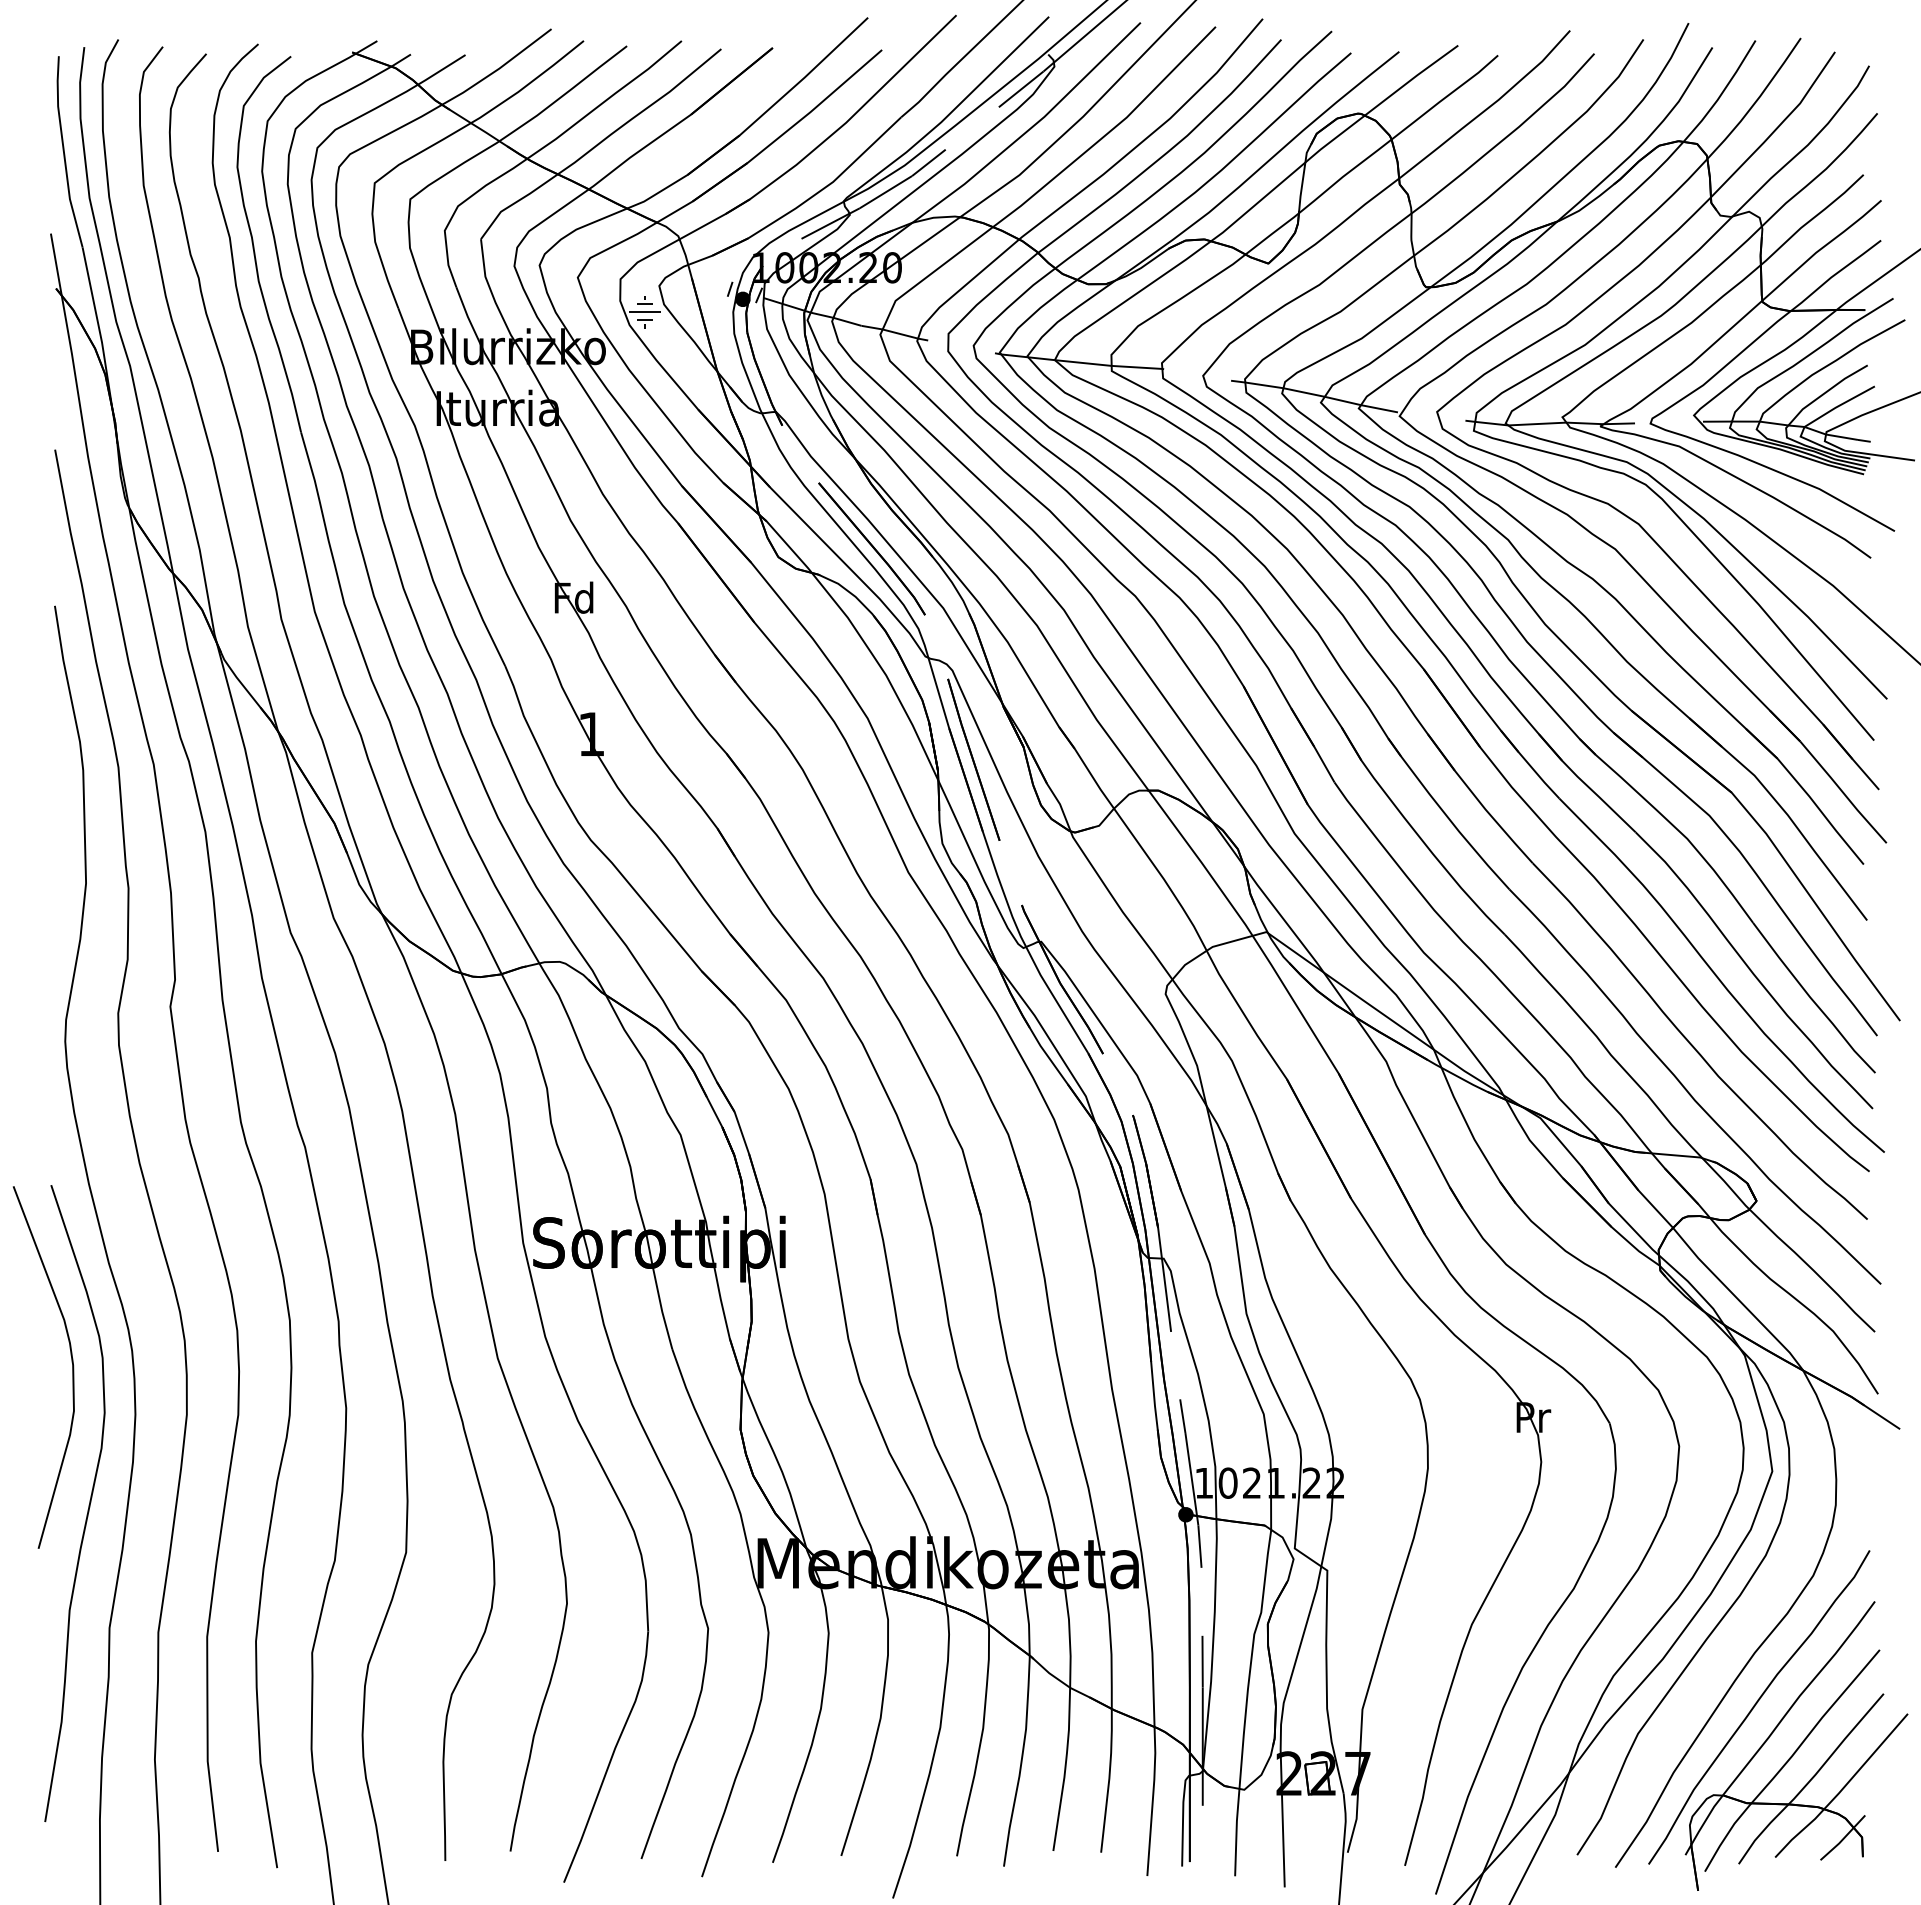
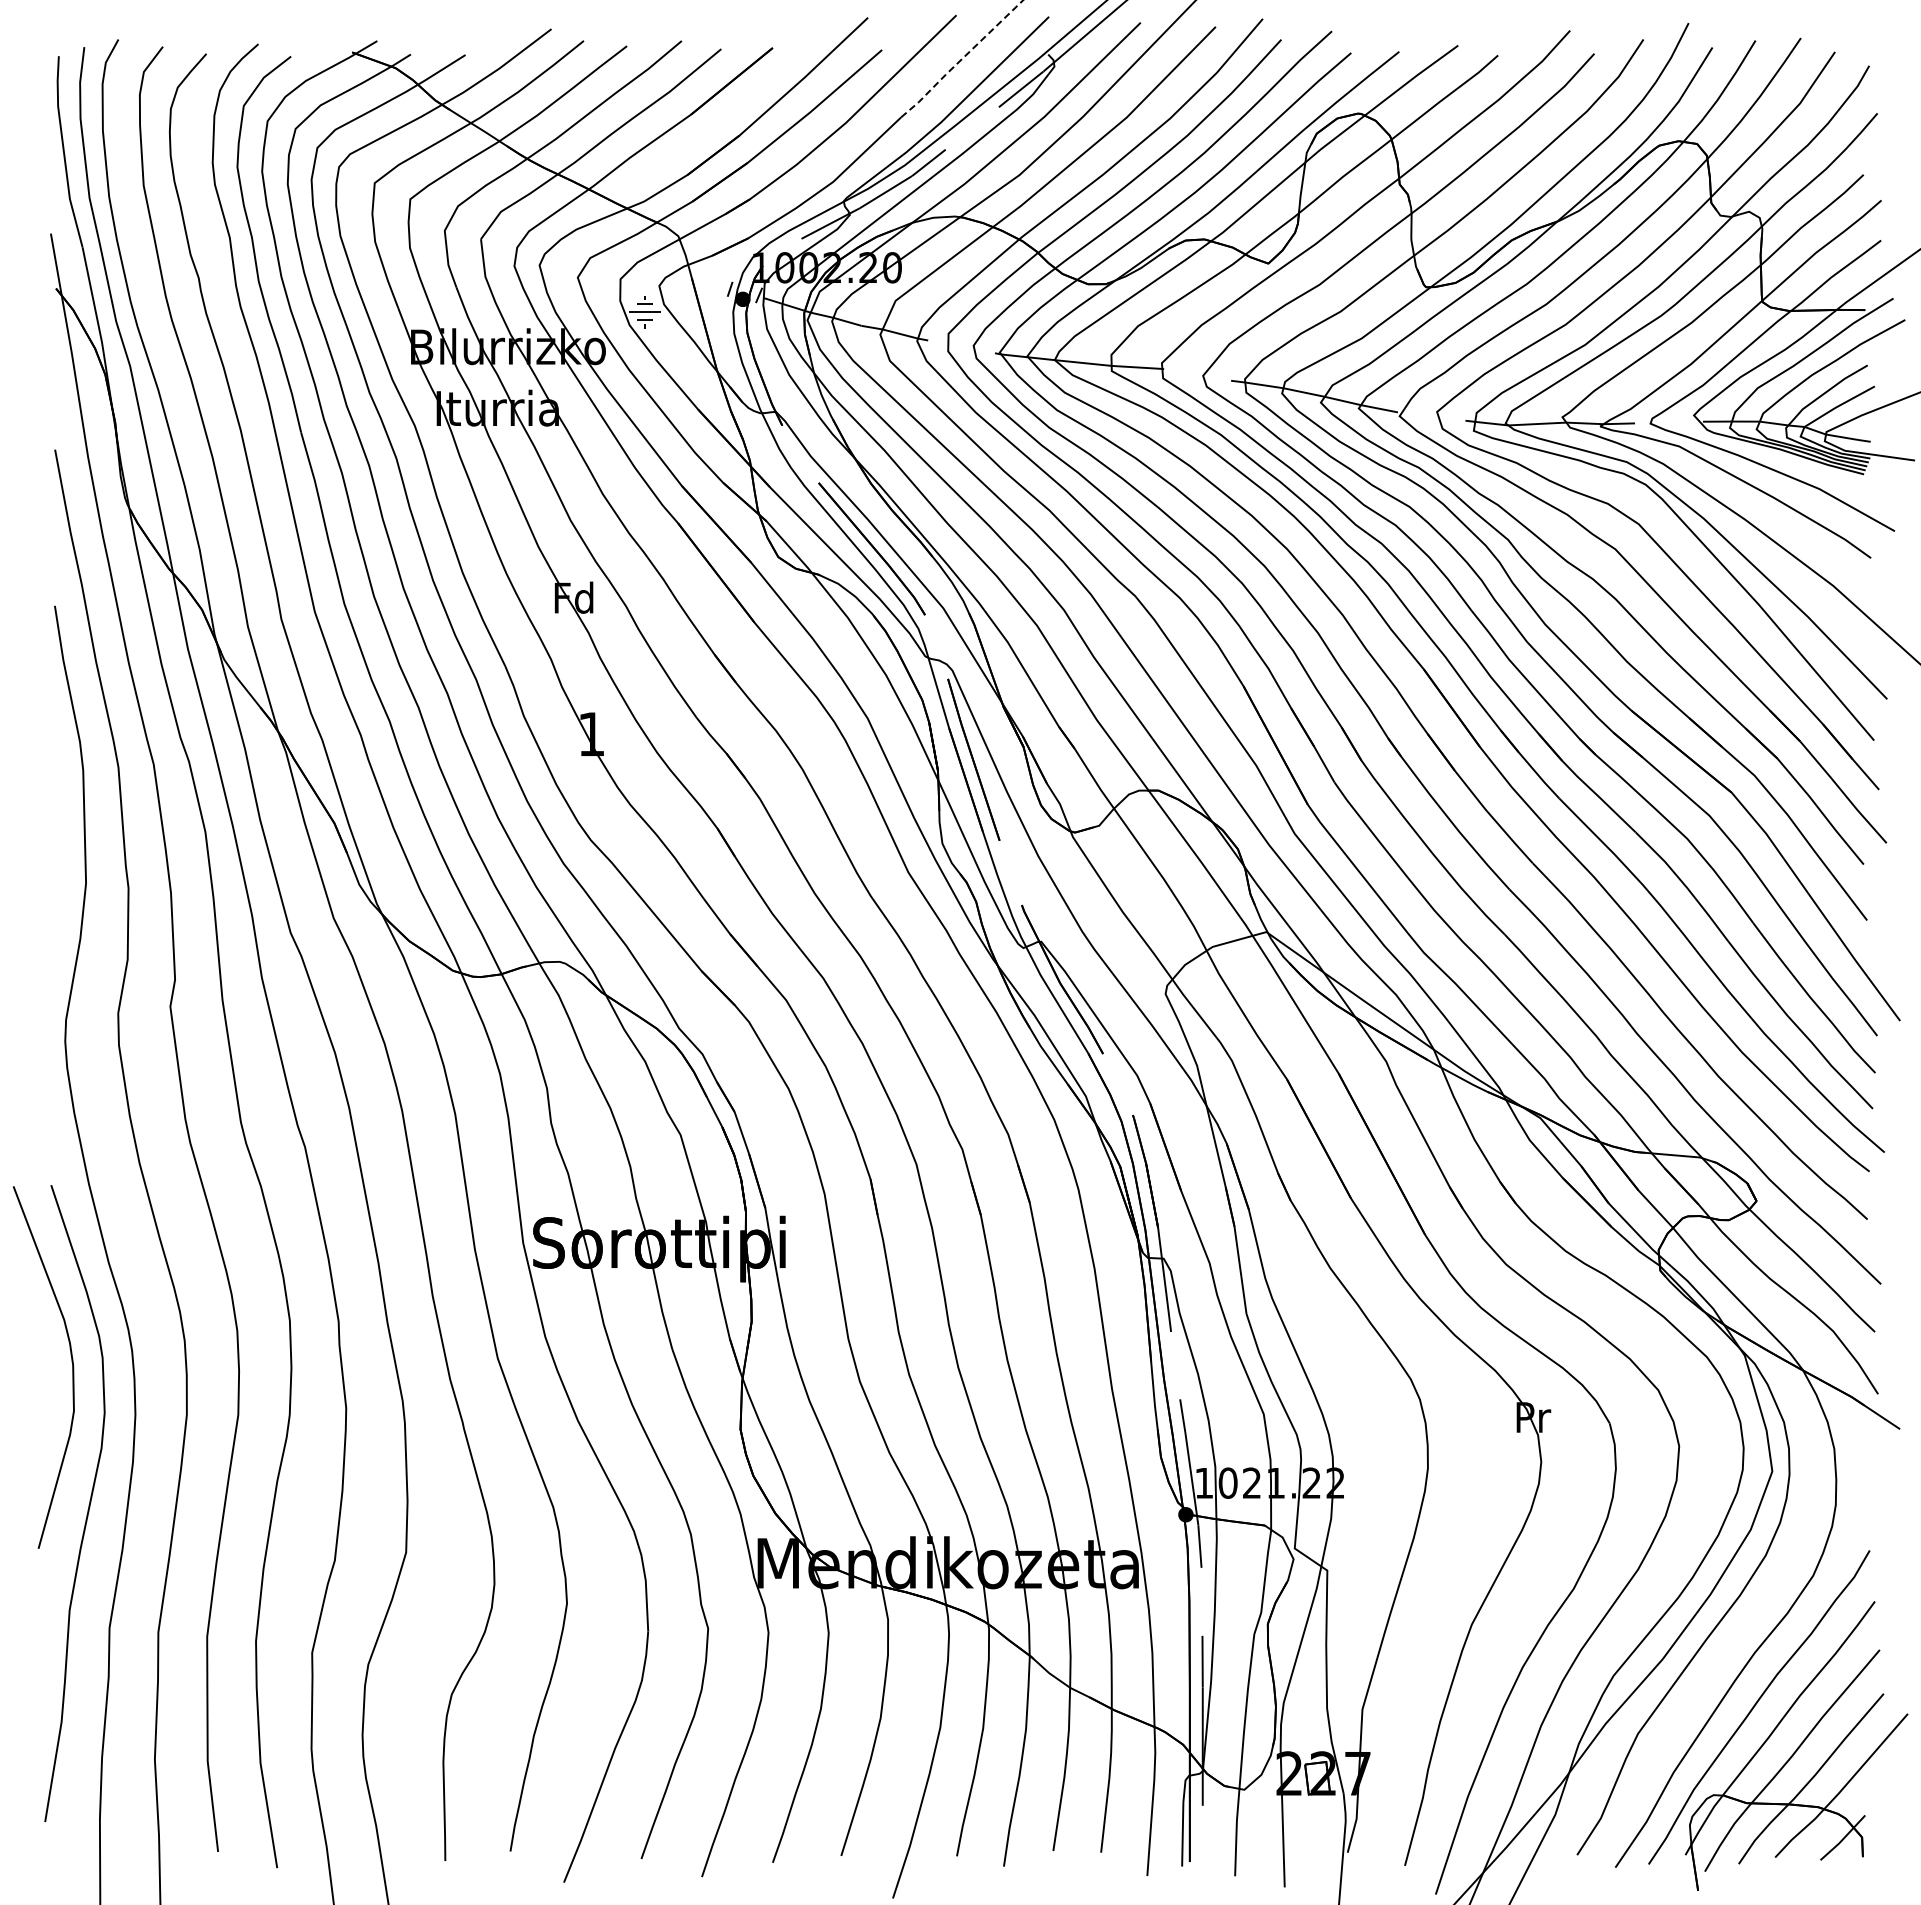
line at (961, 59): solid -> dashed
